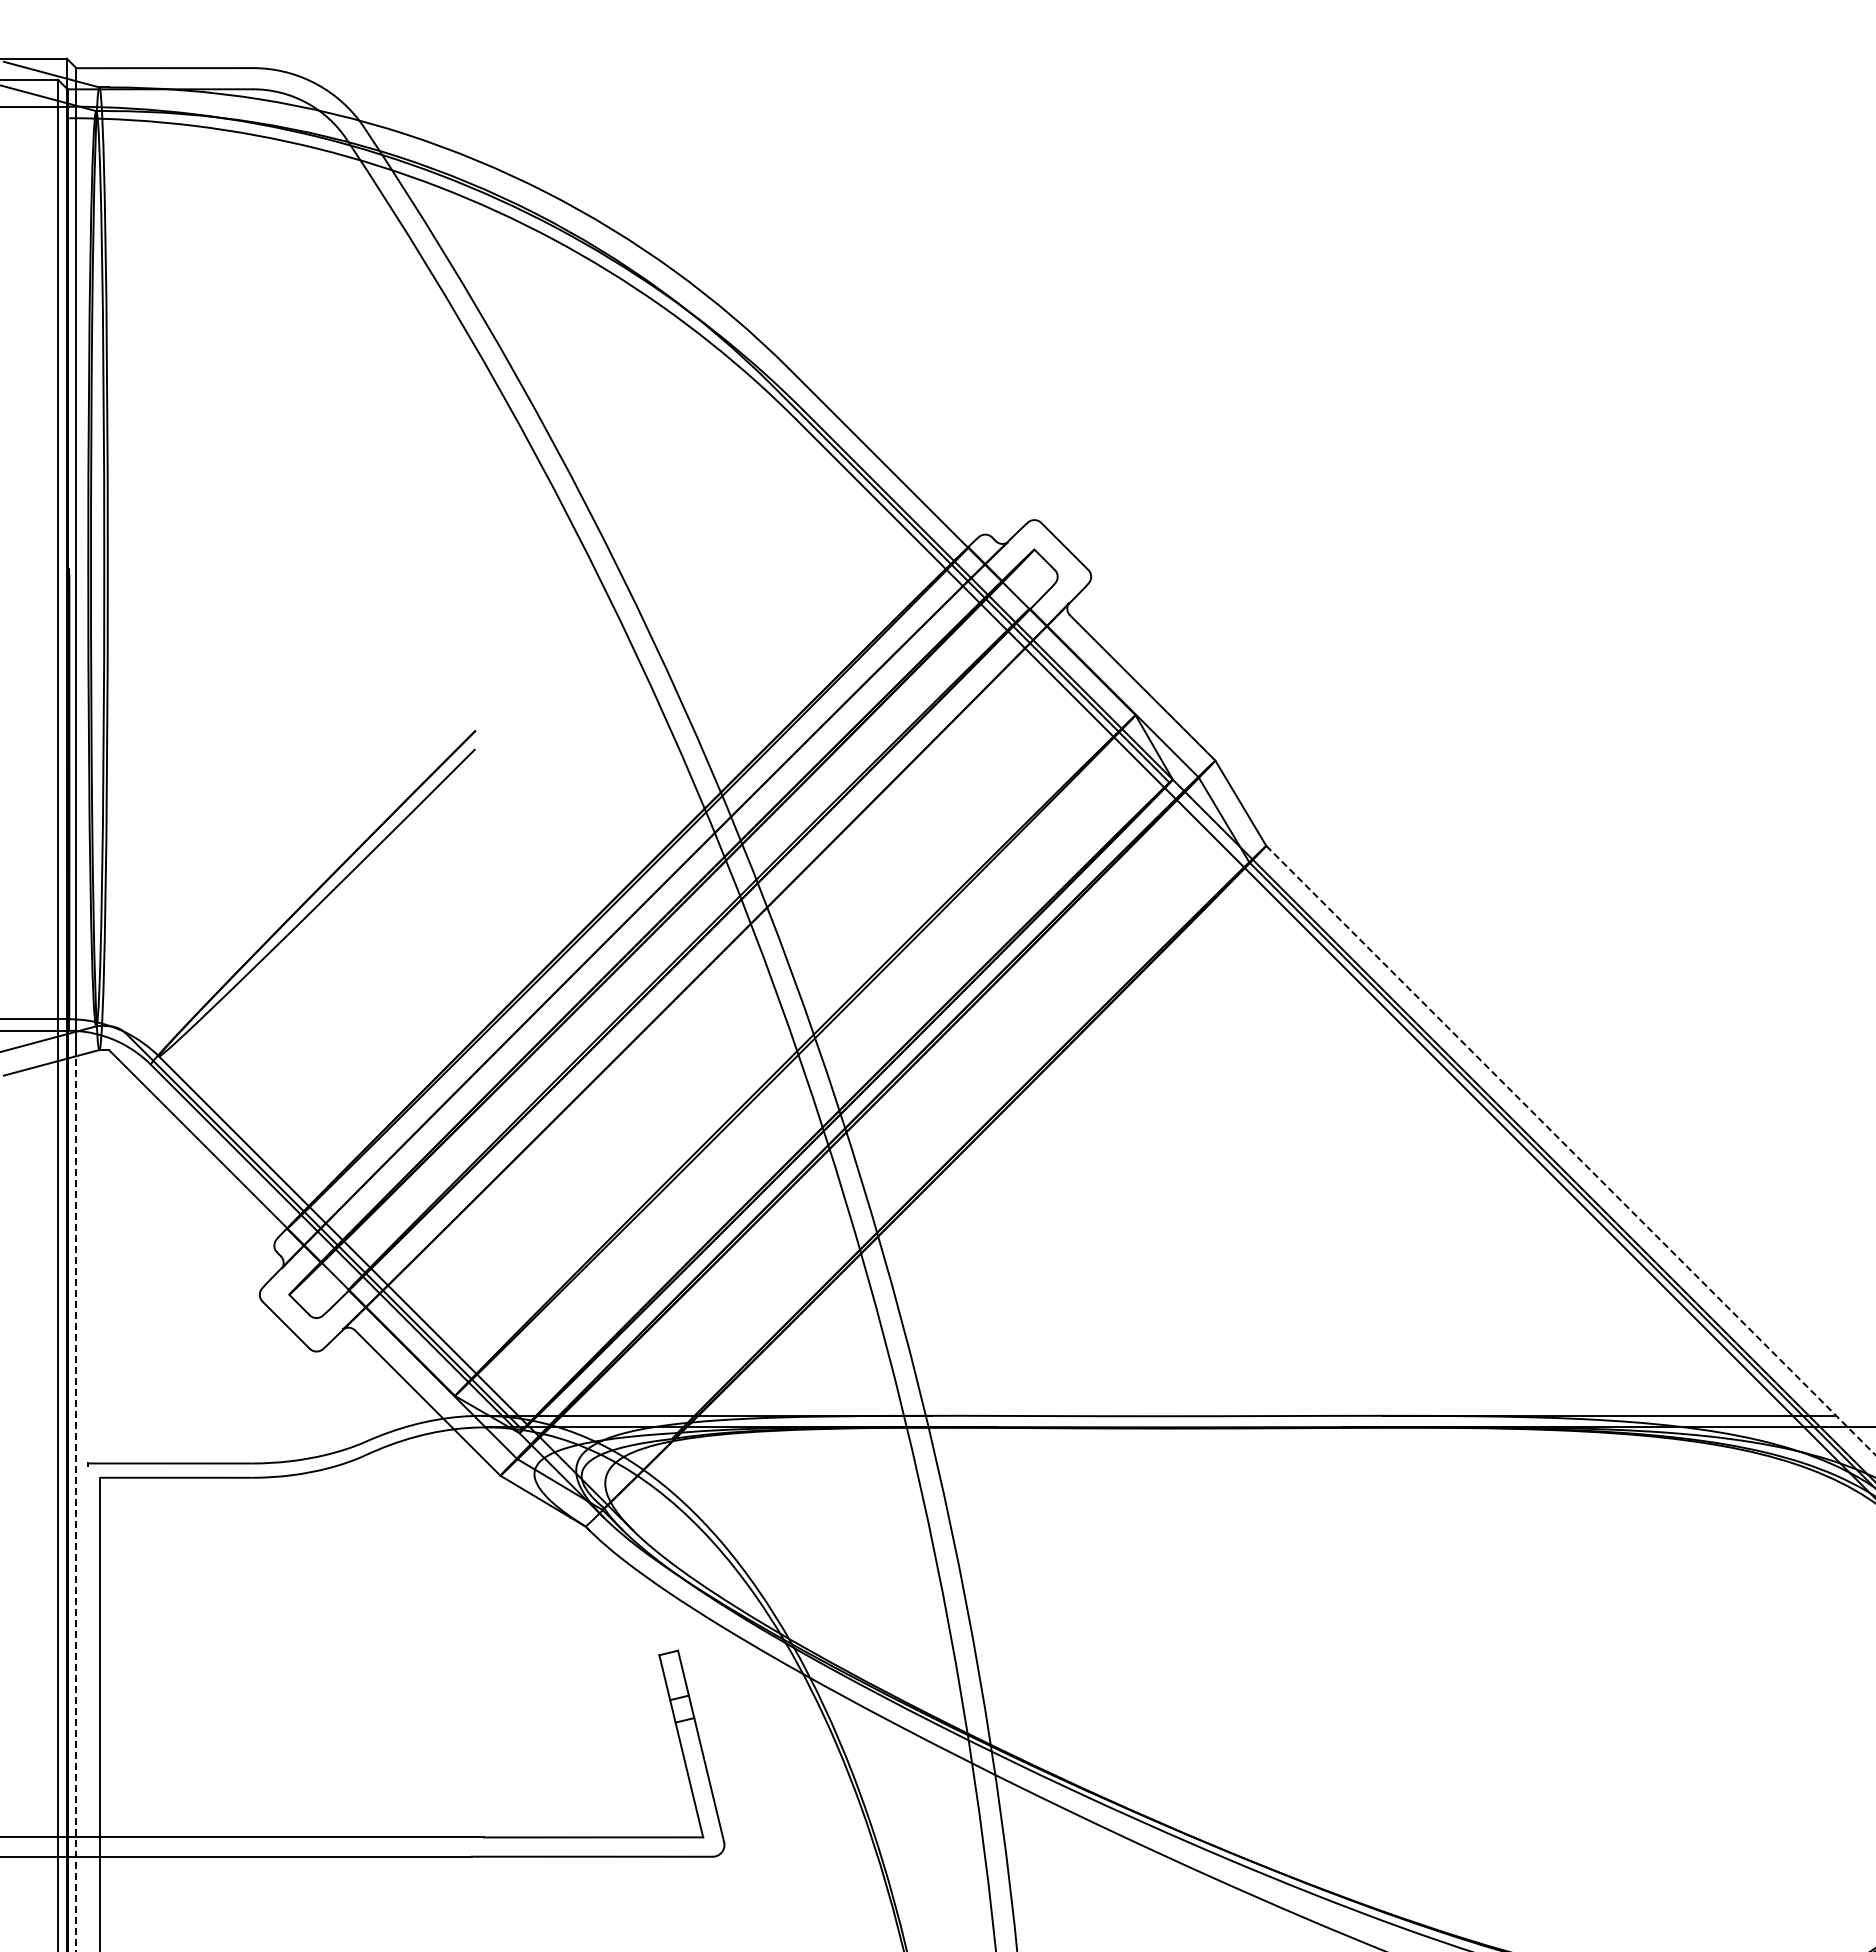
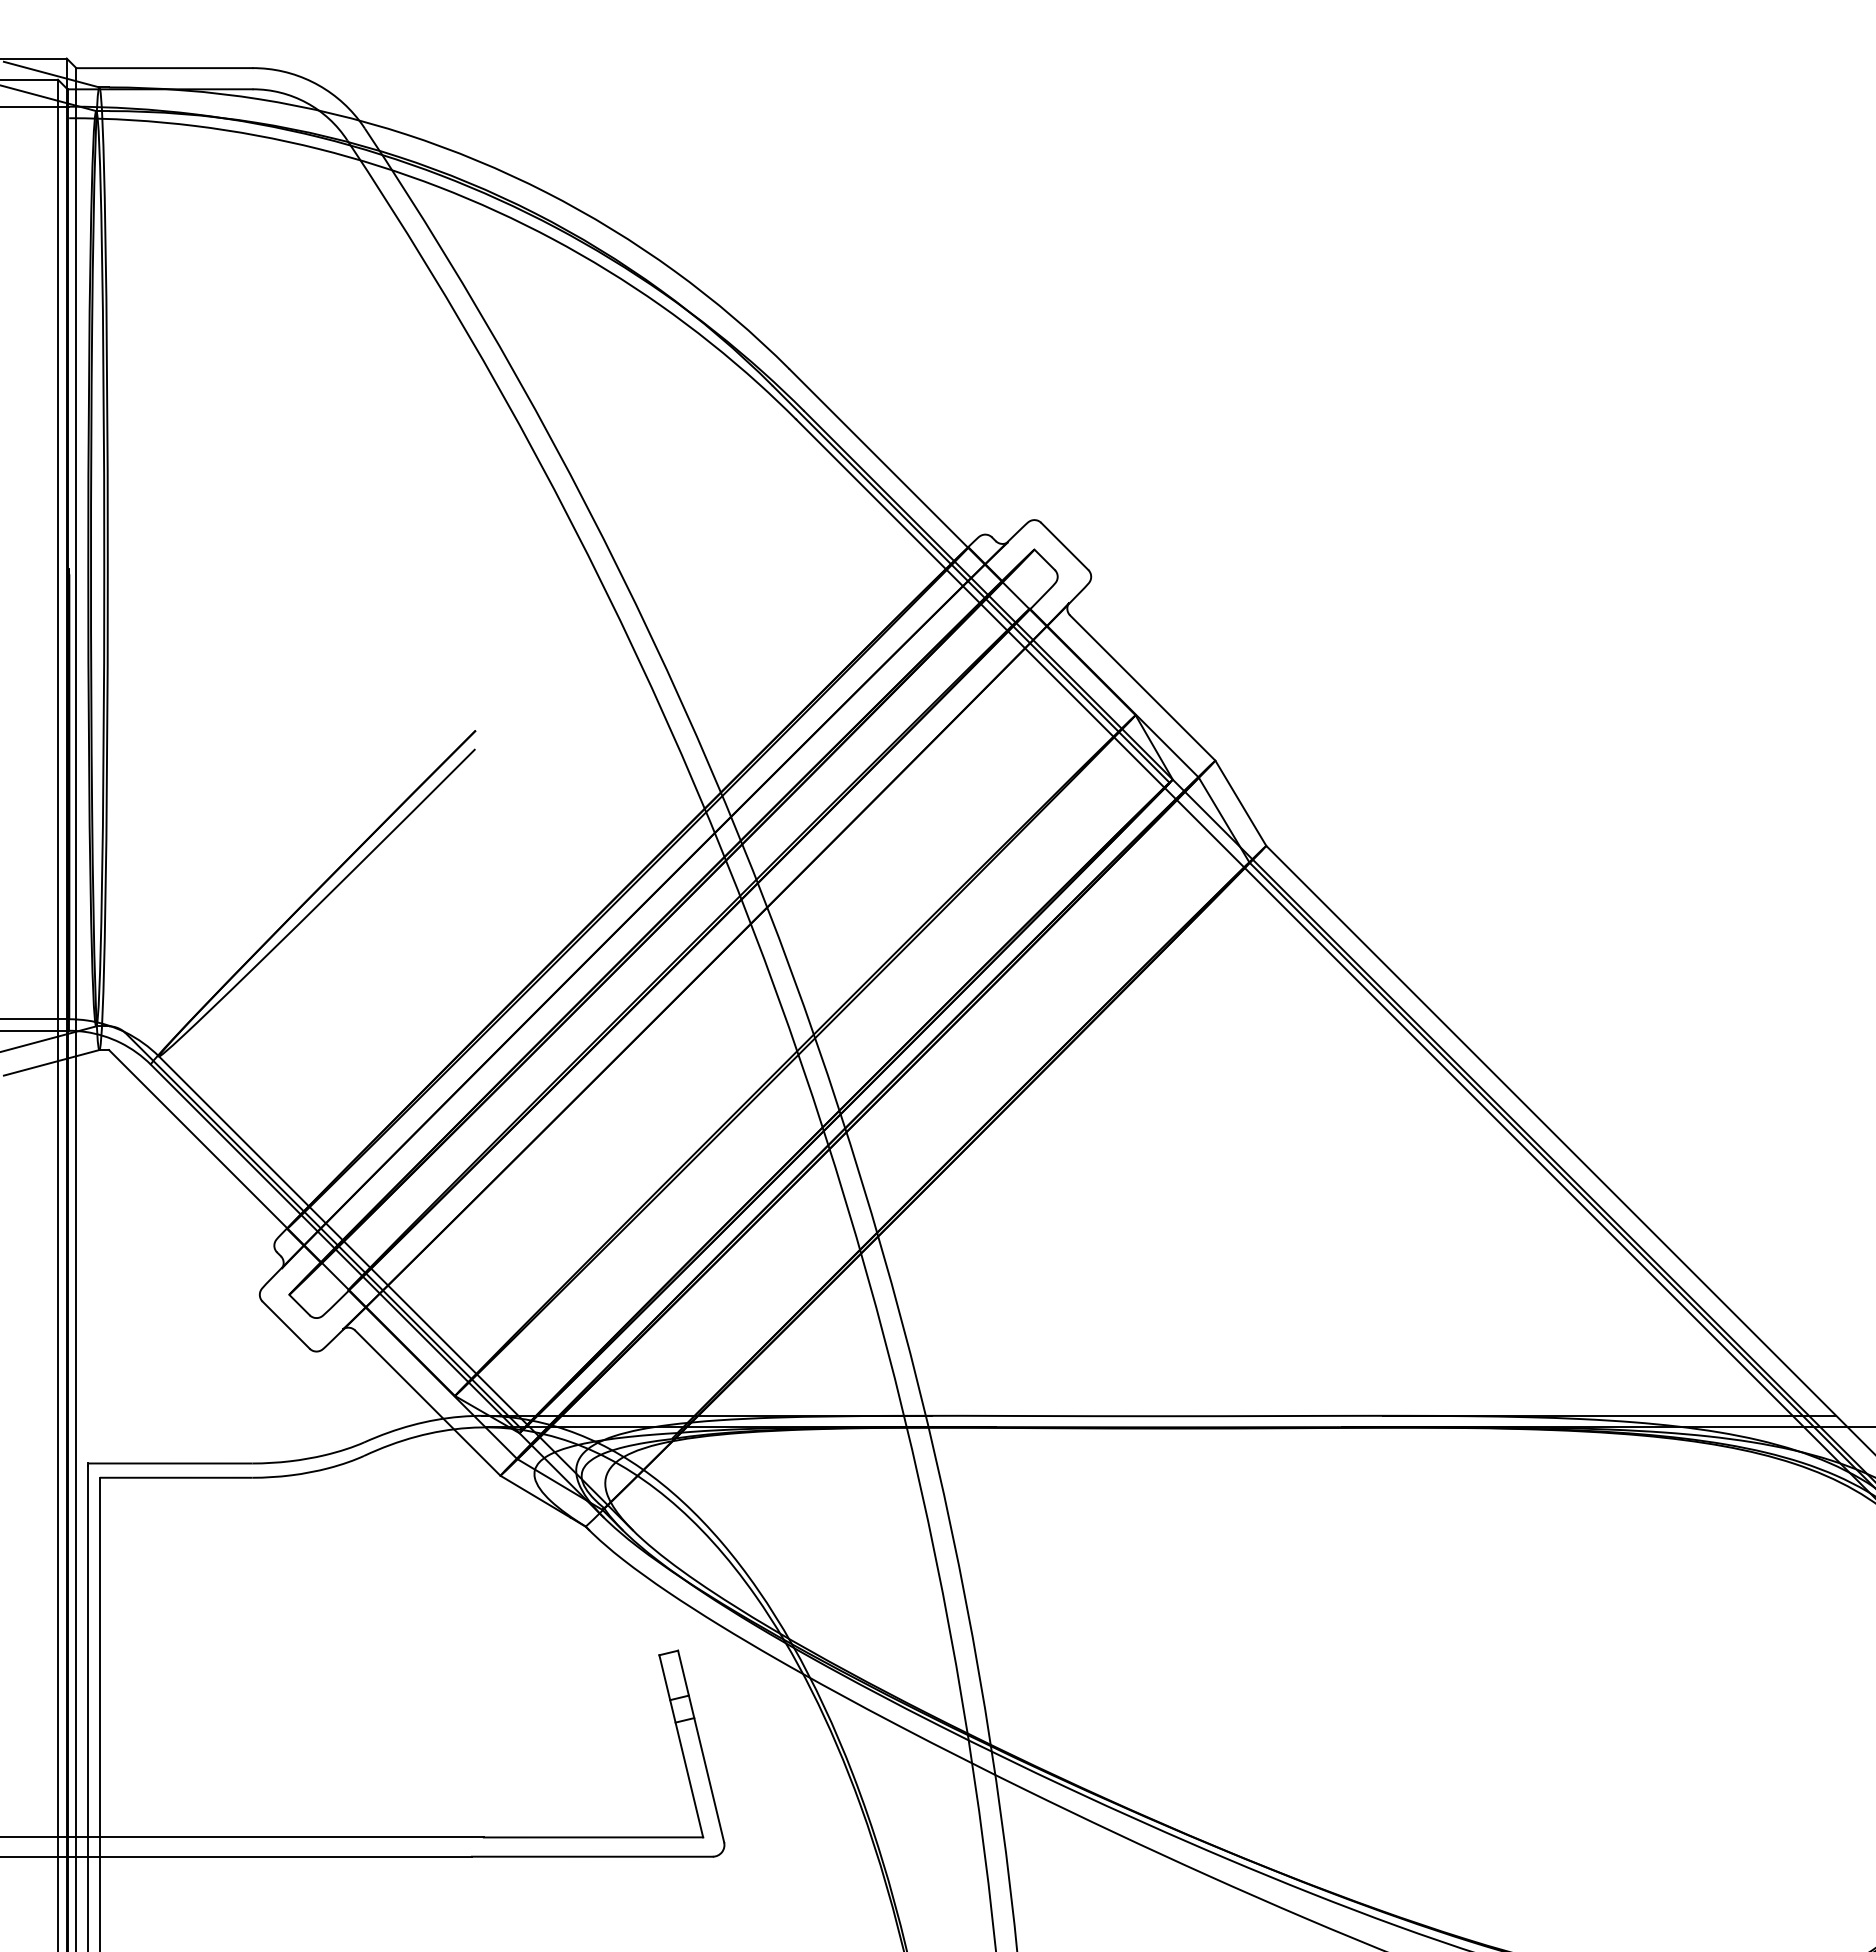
line at (1570, 1150): dashed -> solid
line at (76, 1503): dashed -> solid
line at (88, 1707): none -> present
